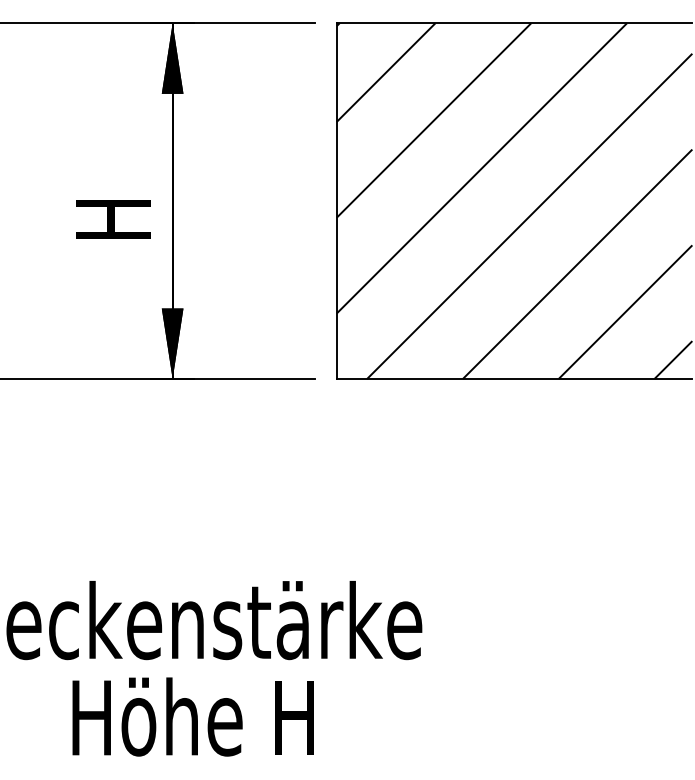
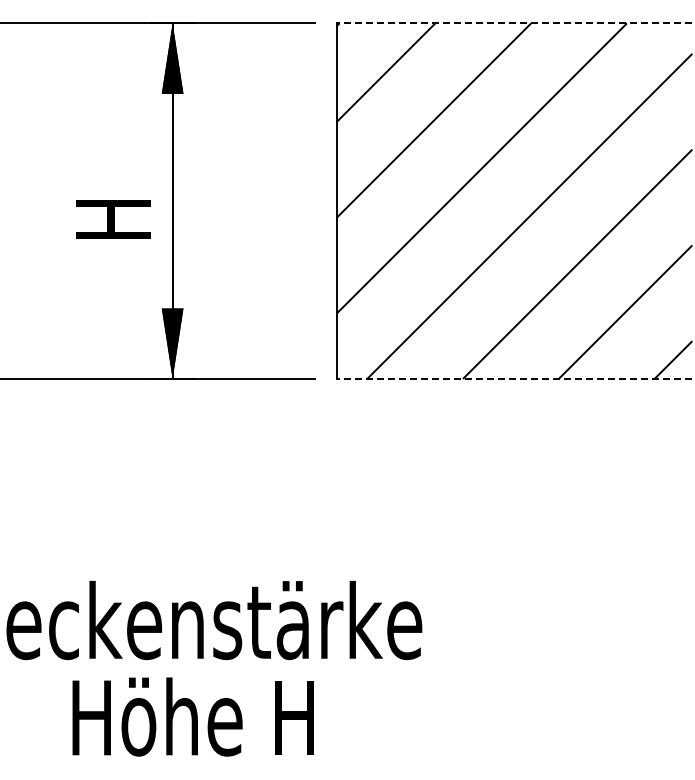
line at (514, 23): solid -> dashed
line at (514, 378): solid -> dashed
